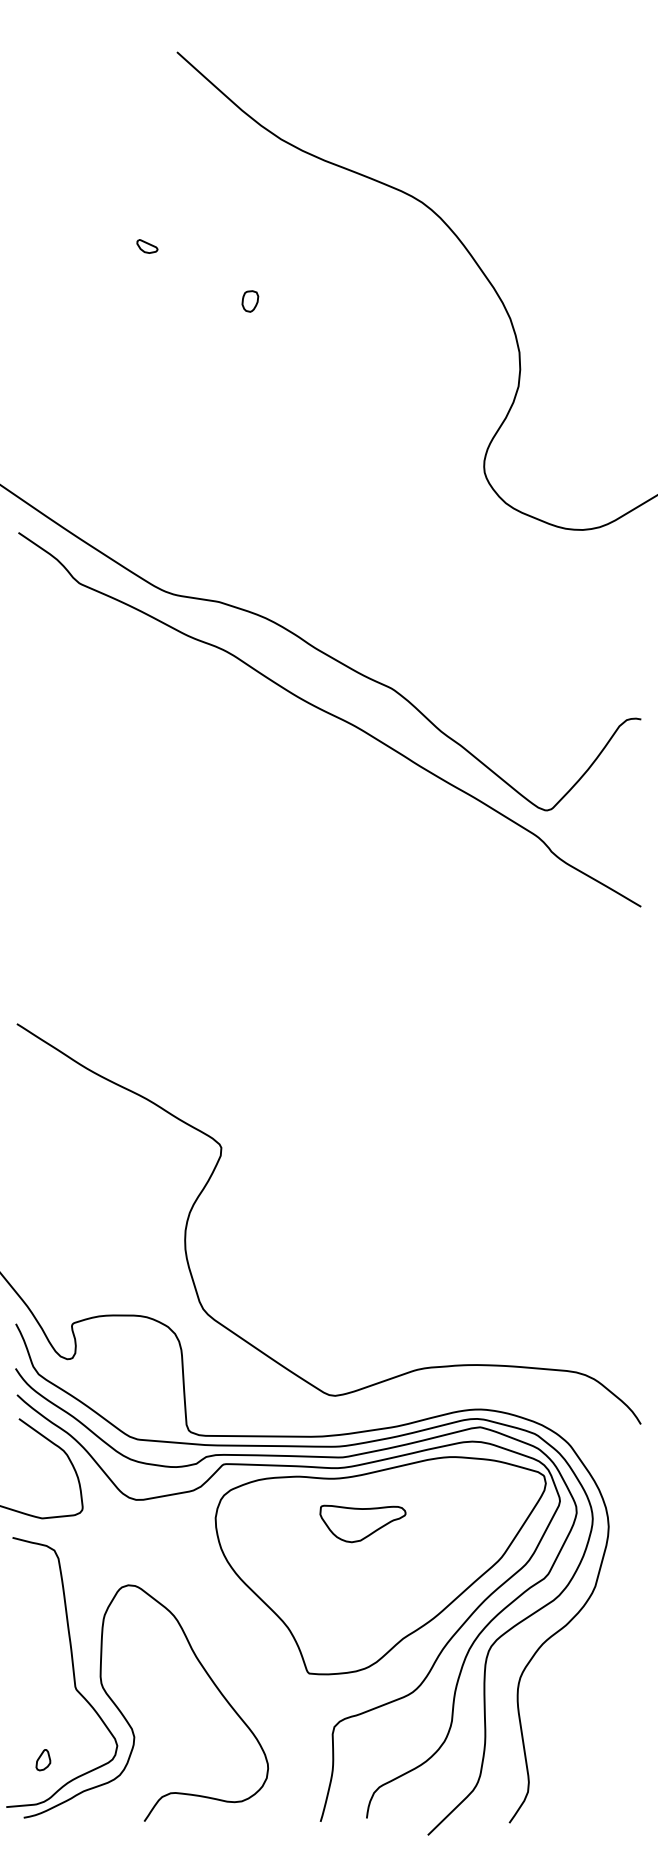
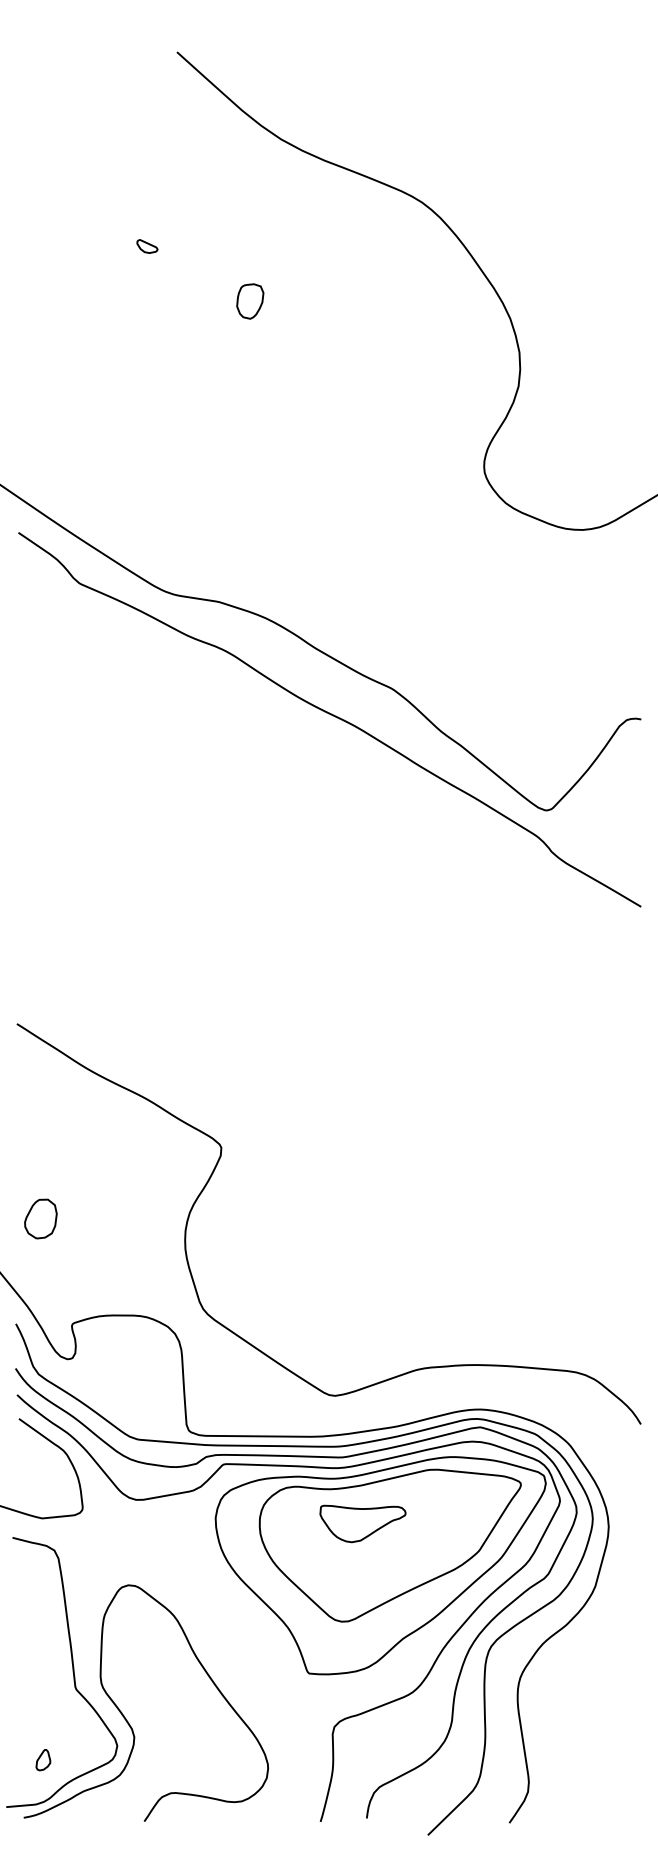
part at (250, 301) size: 19x23 px -> 29x37 px
part at (40, 1218): none -> present
part at (389, 1545): none -> present
